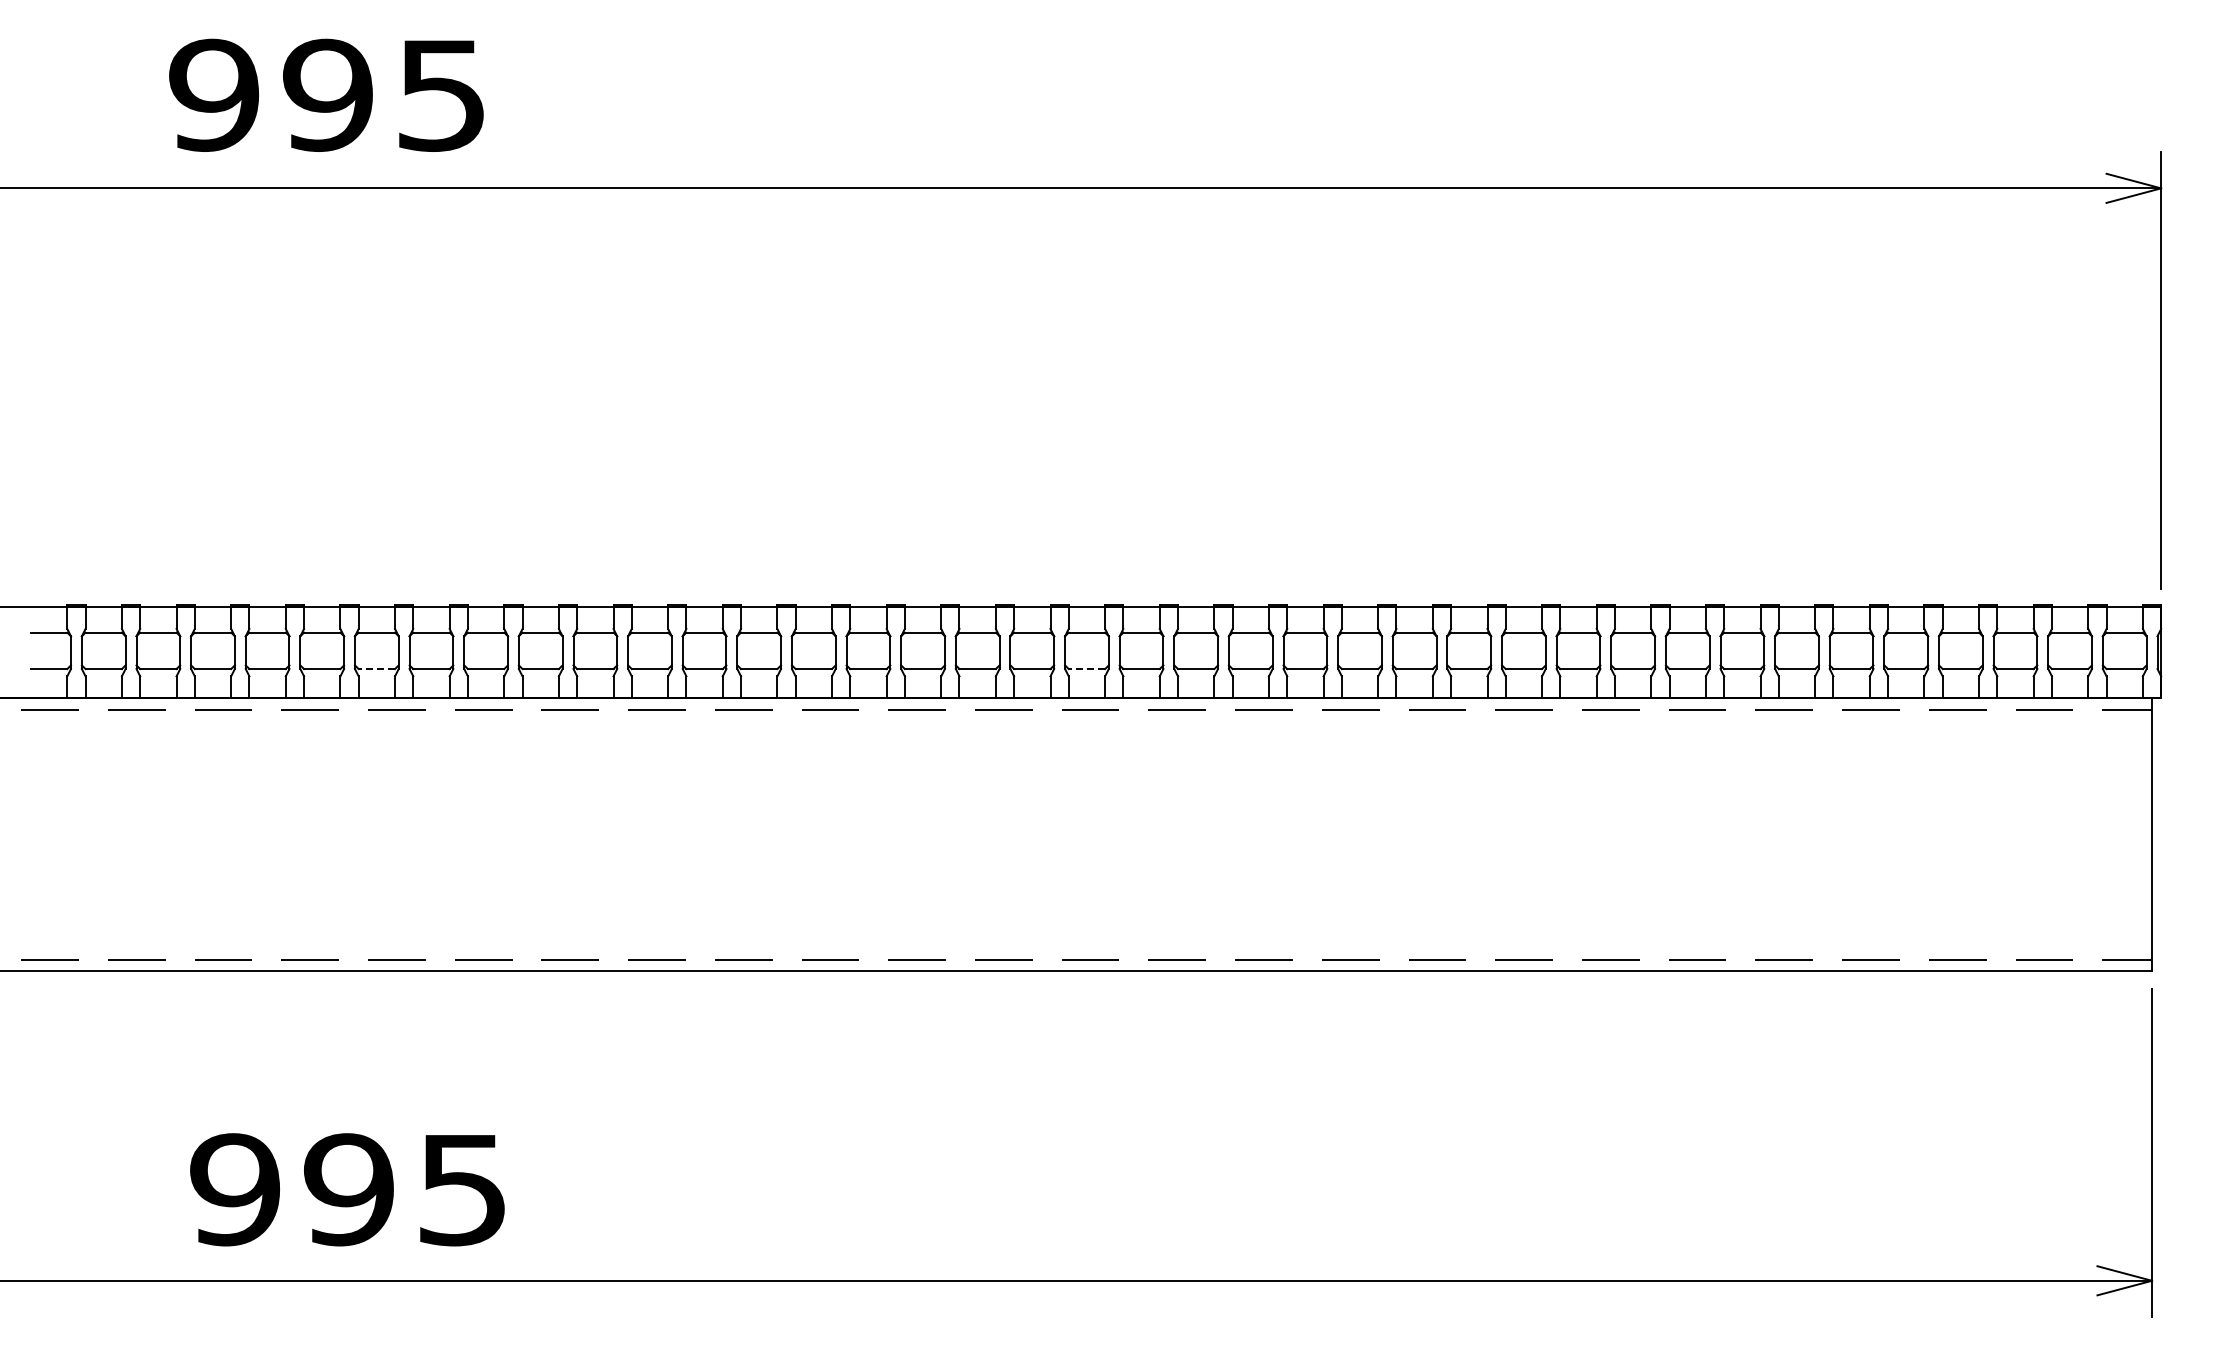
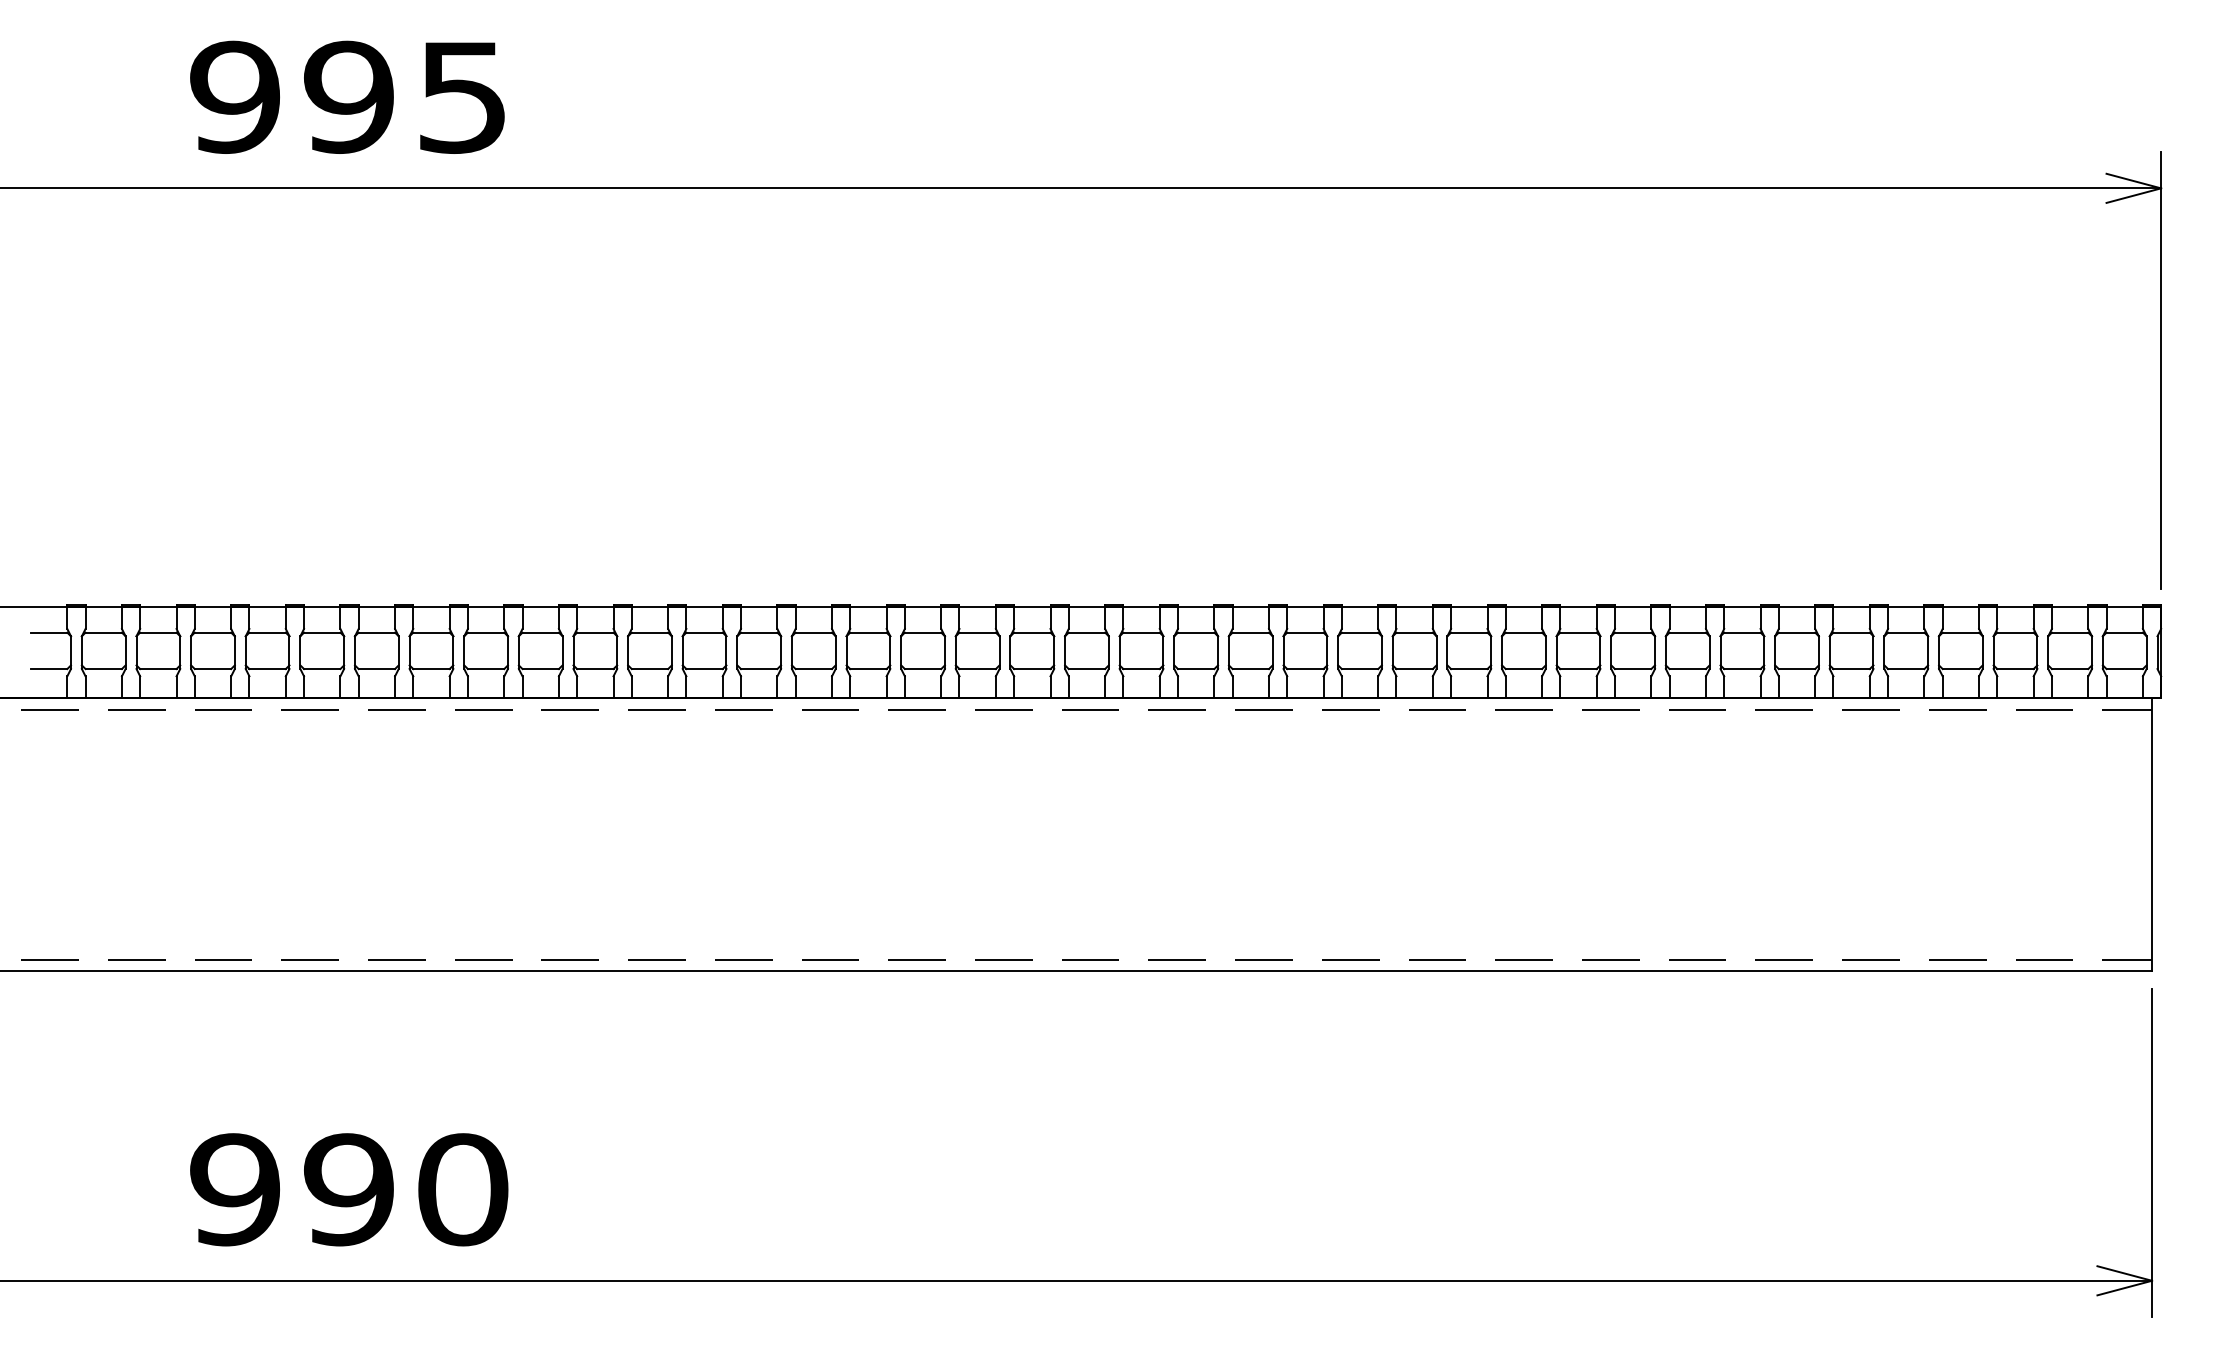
text at (326, 94) position: (326, 94) -> (347, 96)
line at (376, 669): dashed -> solid
line at (1086, 669): dashed -> solid
text at (463, 1189): 995 -> 990
